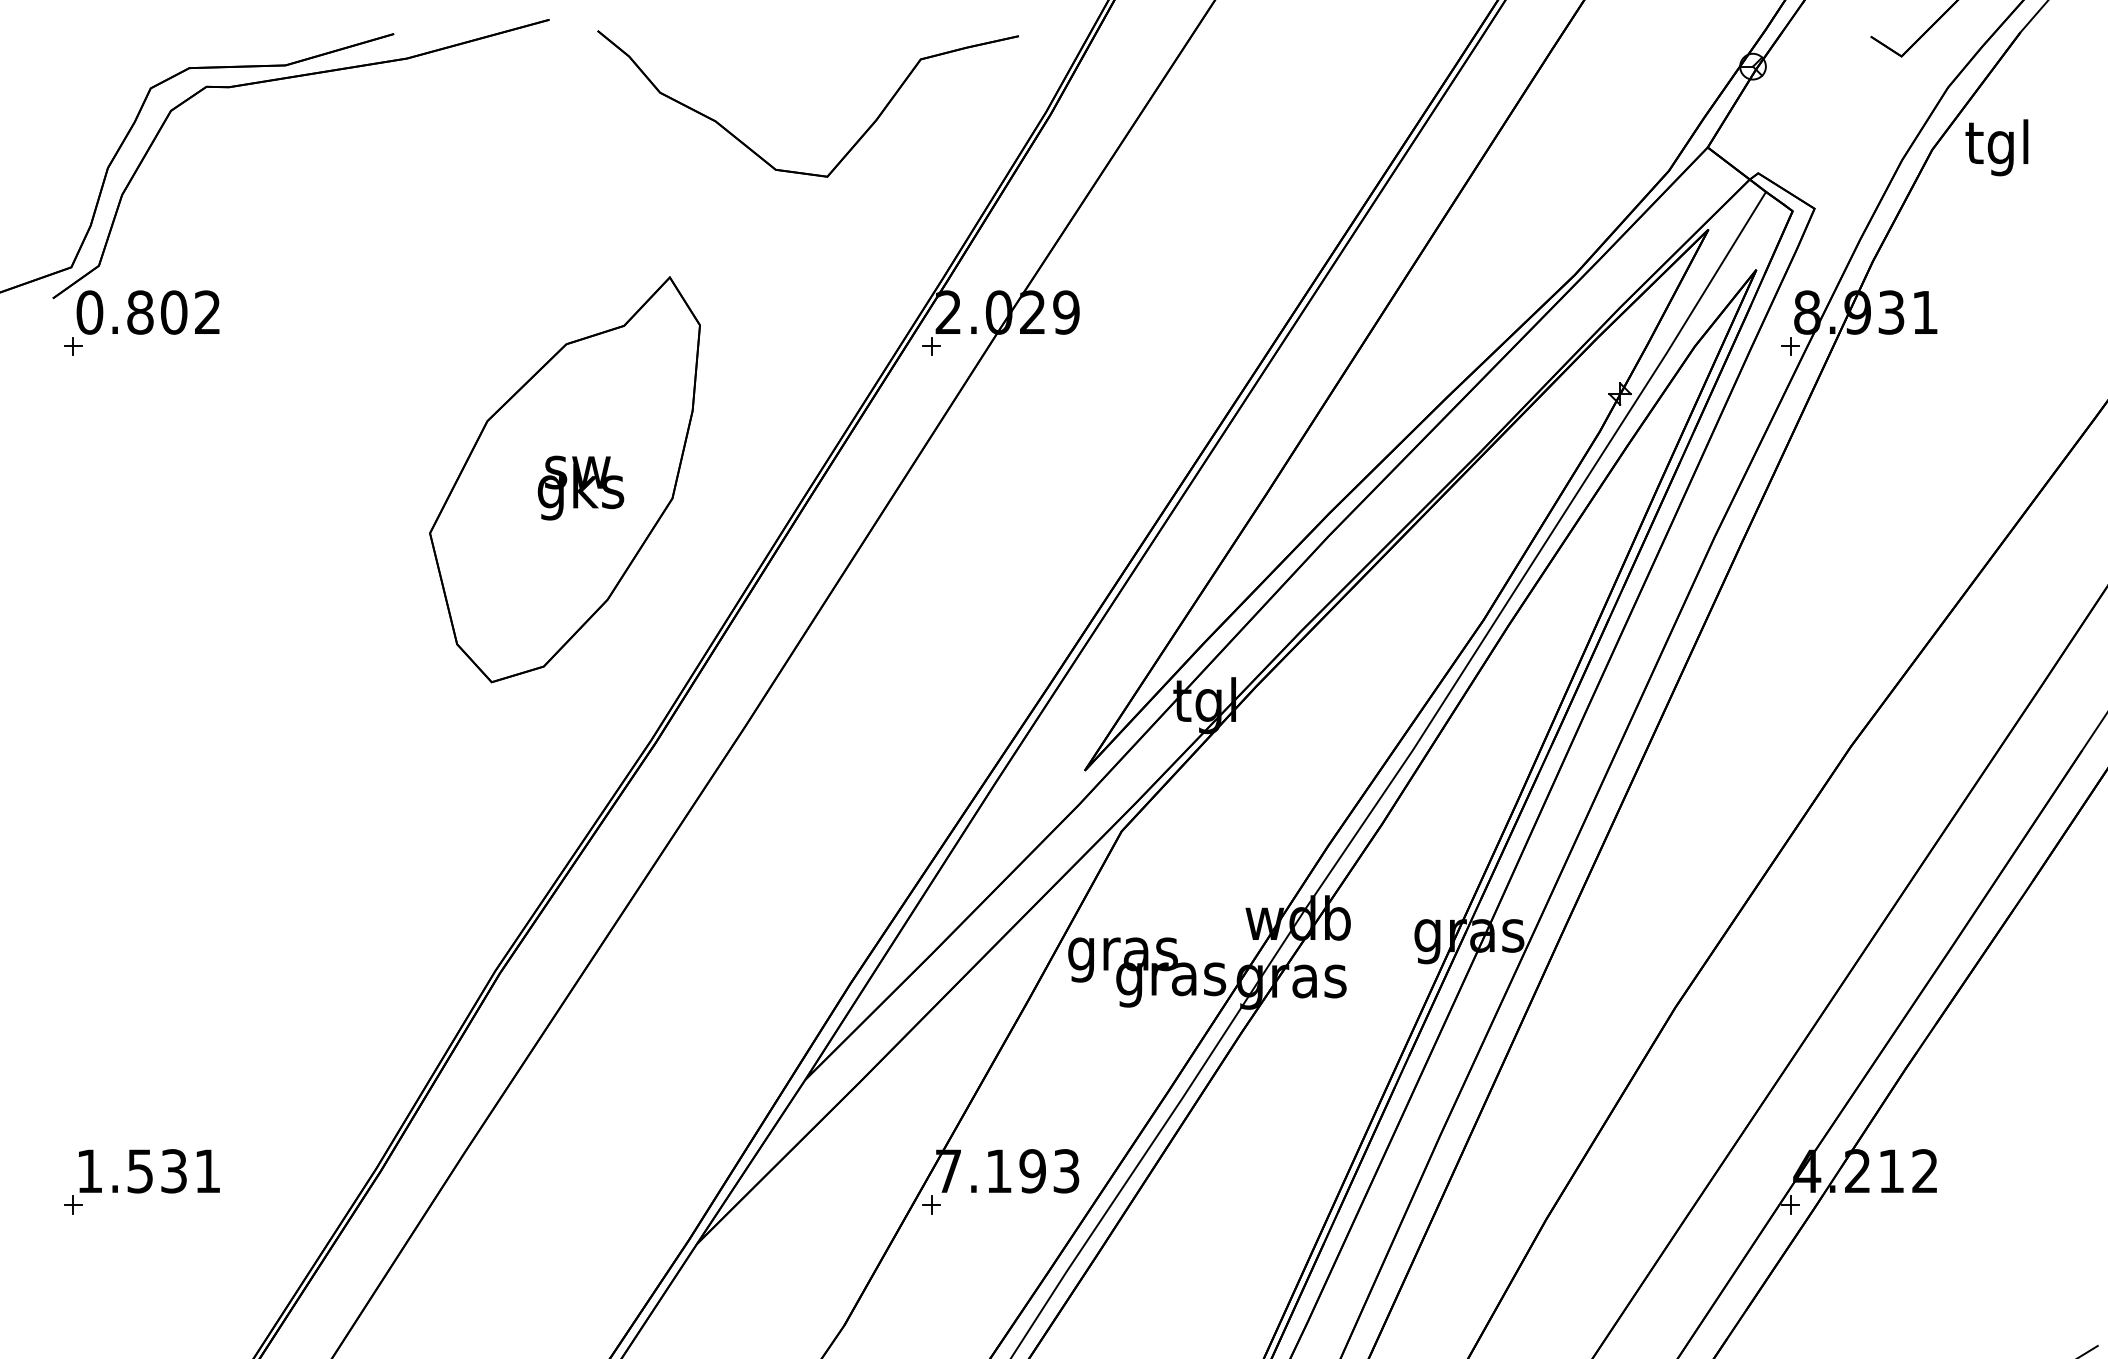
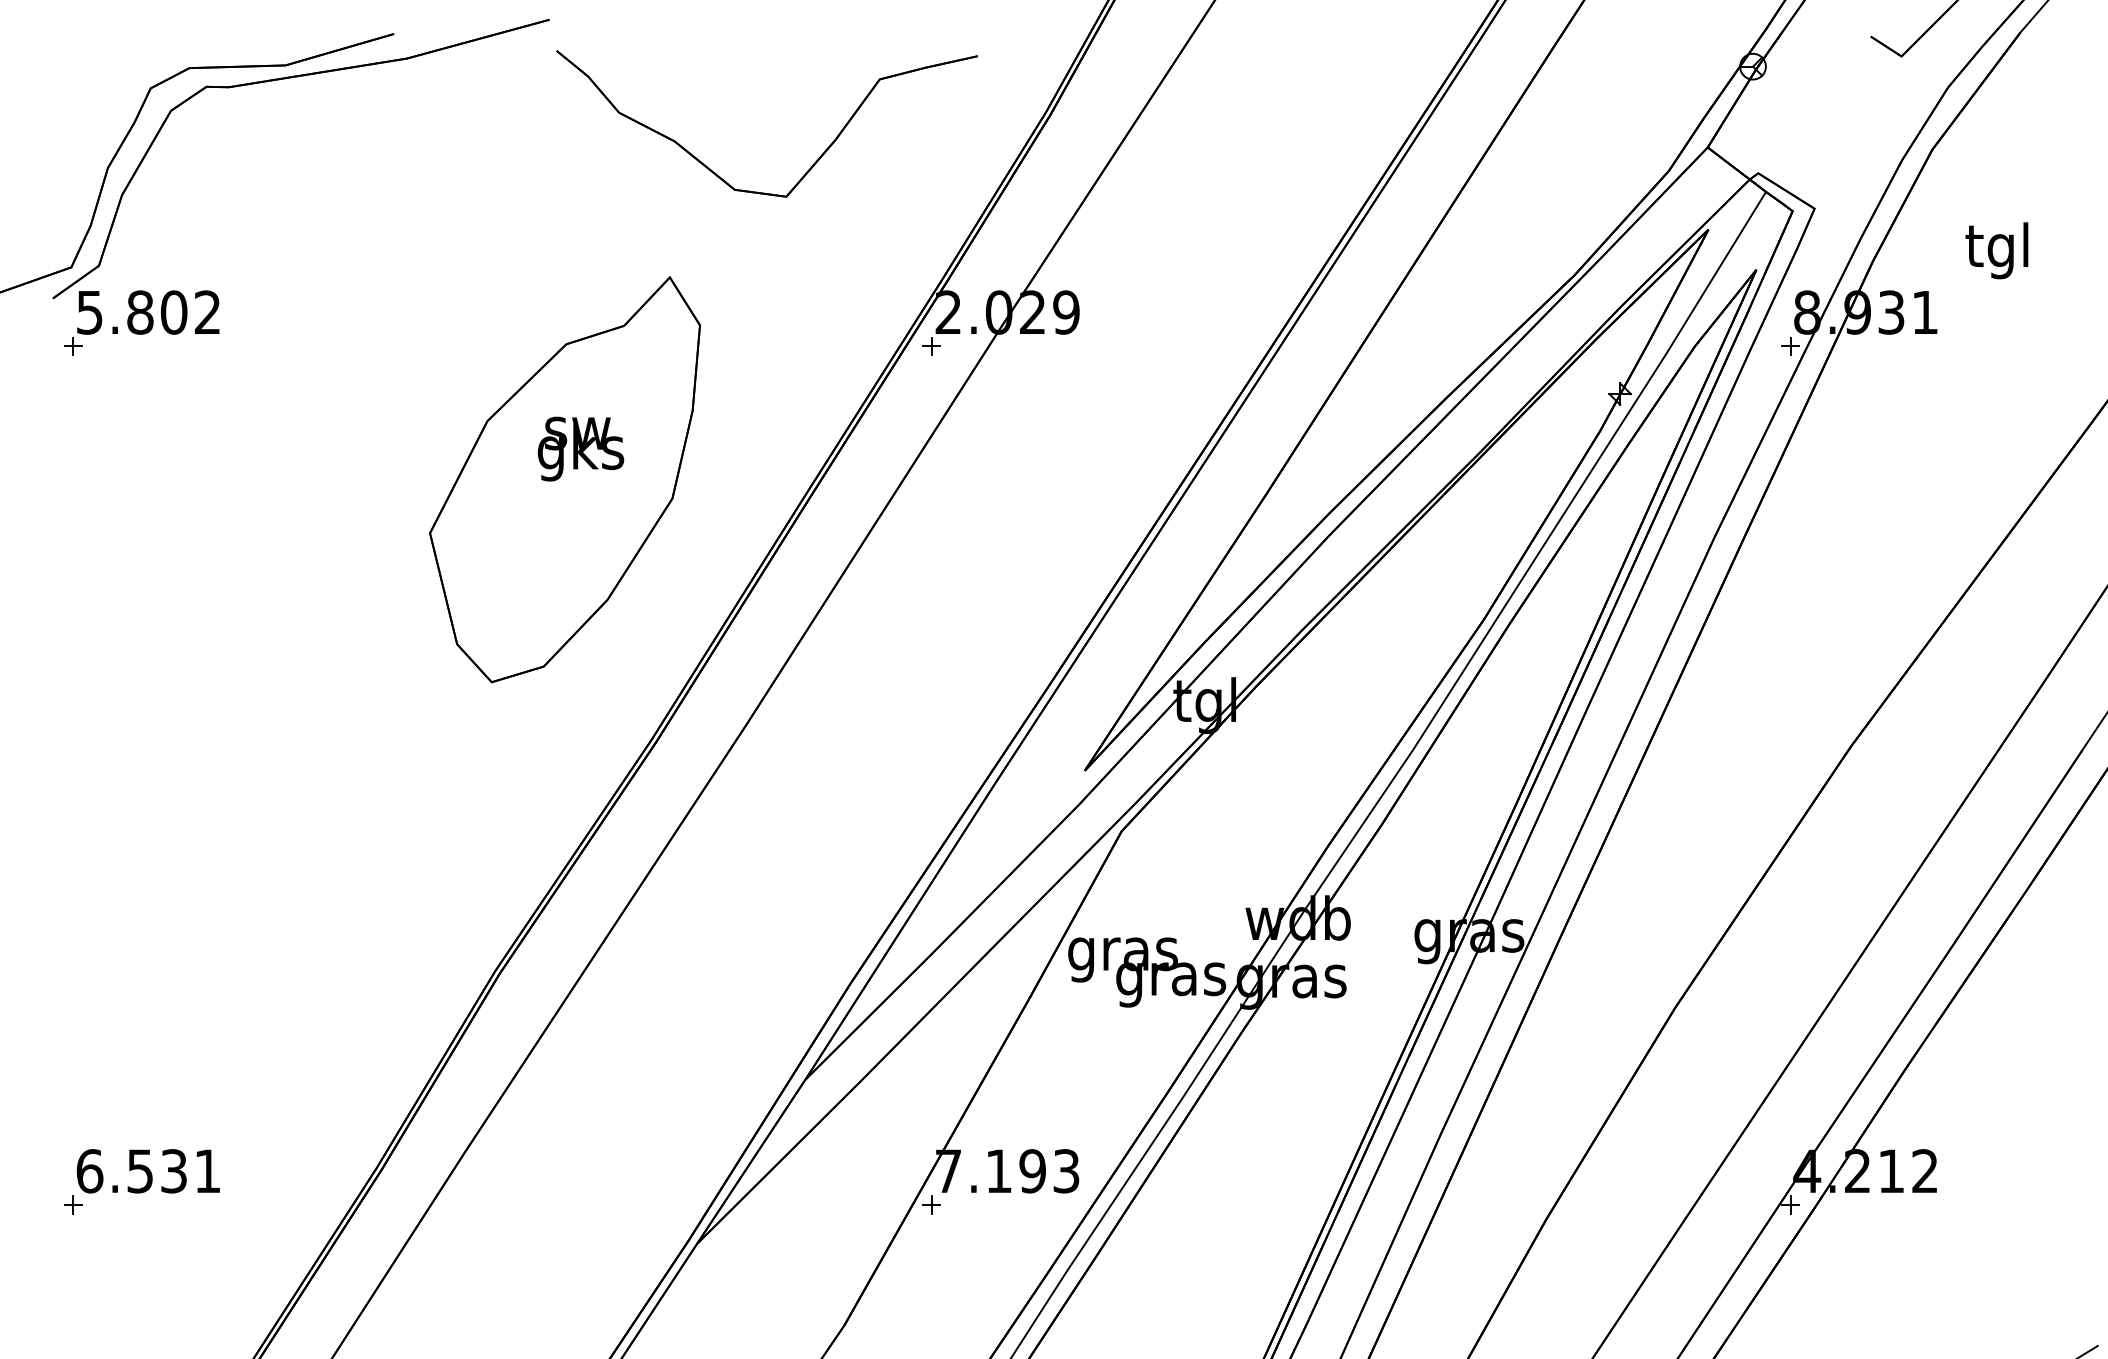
part at (853, 144) position: (853, 144) -> (812, 164)
text at (1996, 147) position: (1996, 147) -> (1996, 250)
text at (89, 312): 0.802 -> 5.802
text at (580, 487) position: (580, 487) -> (580, 448)
text at (89, 1171): 1.531 -> 6.531
